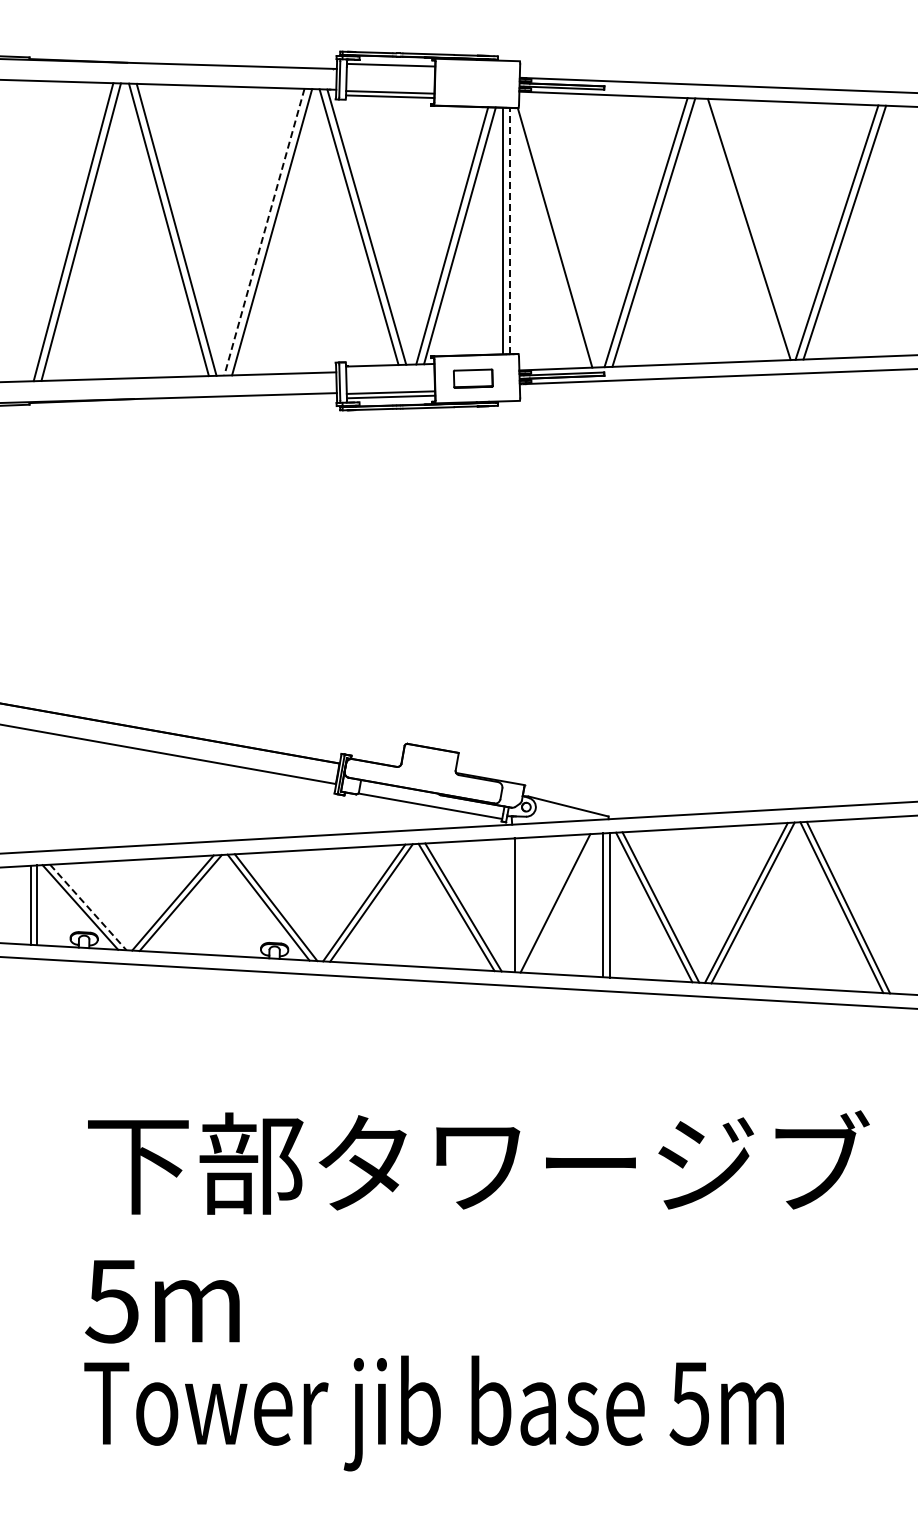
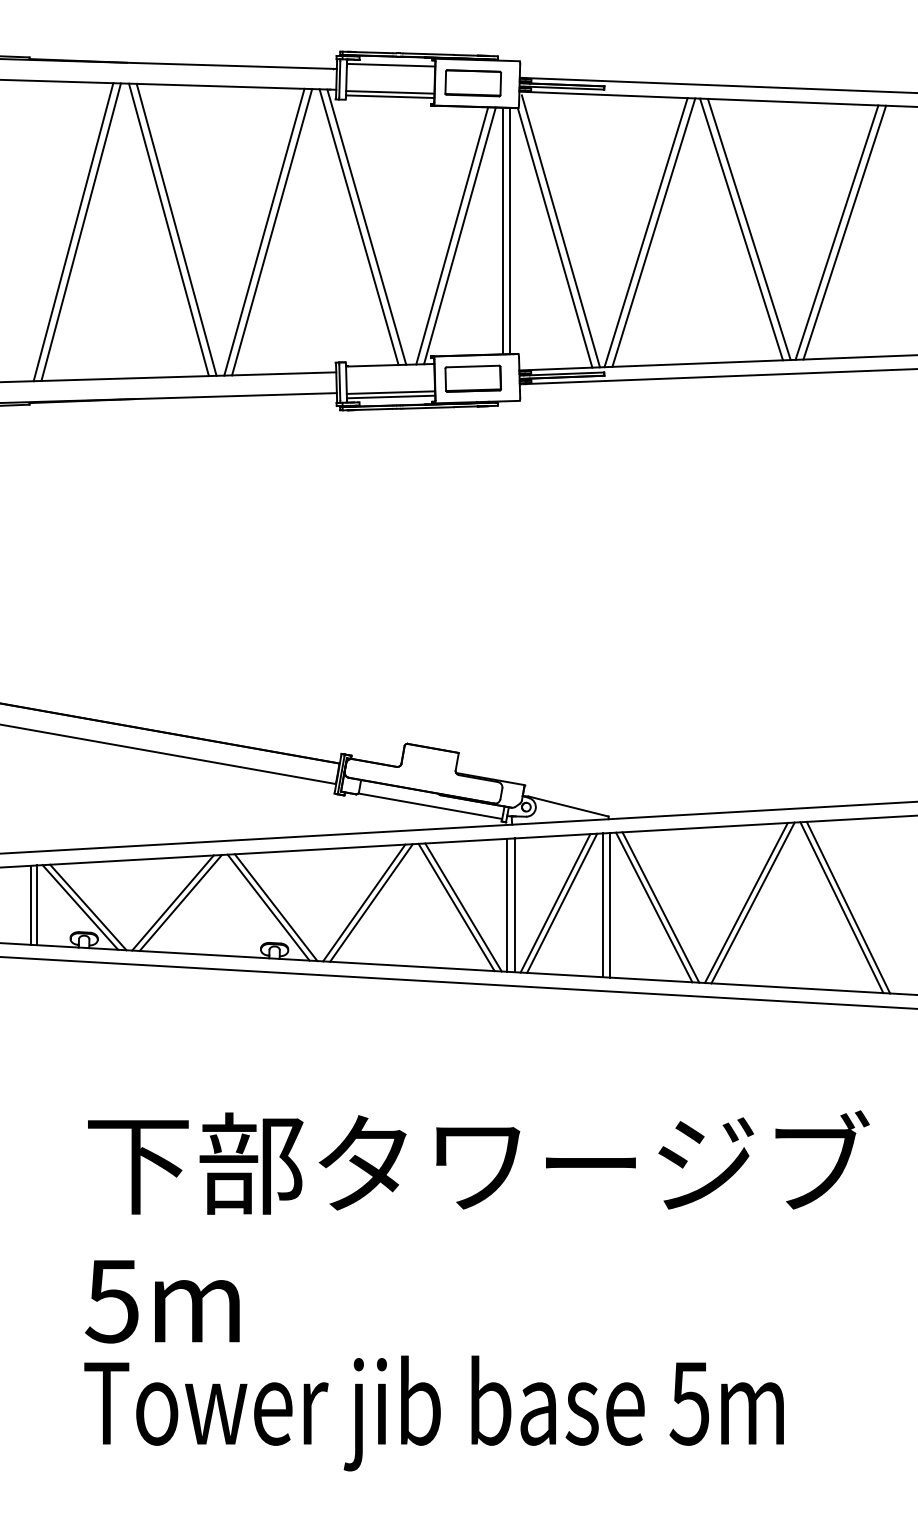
part at (472, 83): none -> present
line at (741, 229): none -> present
line at (510, 230): dashed -> solid
line at (560, 231): none -> present
line at (264, 232): dashed -> solid
part at (473, 378) size: 41x21 px -> 59x29 px
line at (562, 902): none -> present
line at (507, 904): none -> present
line at (88, 907): dashed -> solid
